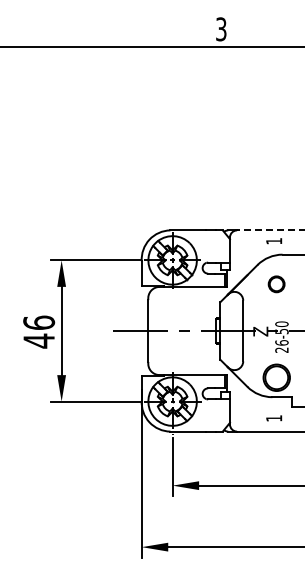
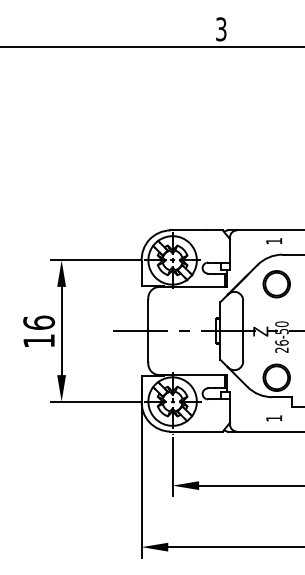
line at (271, 230): dashed -> solid
part at (276, 284) size: 19x19 px -> 29x29 px
text at (38, 340): 46 -> 16
